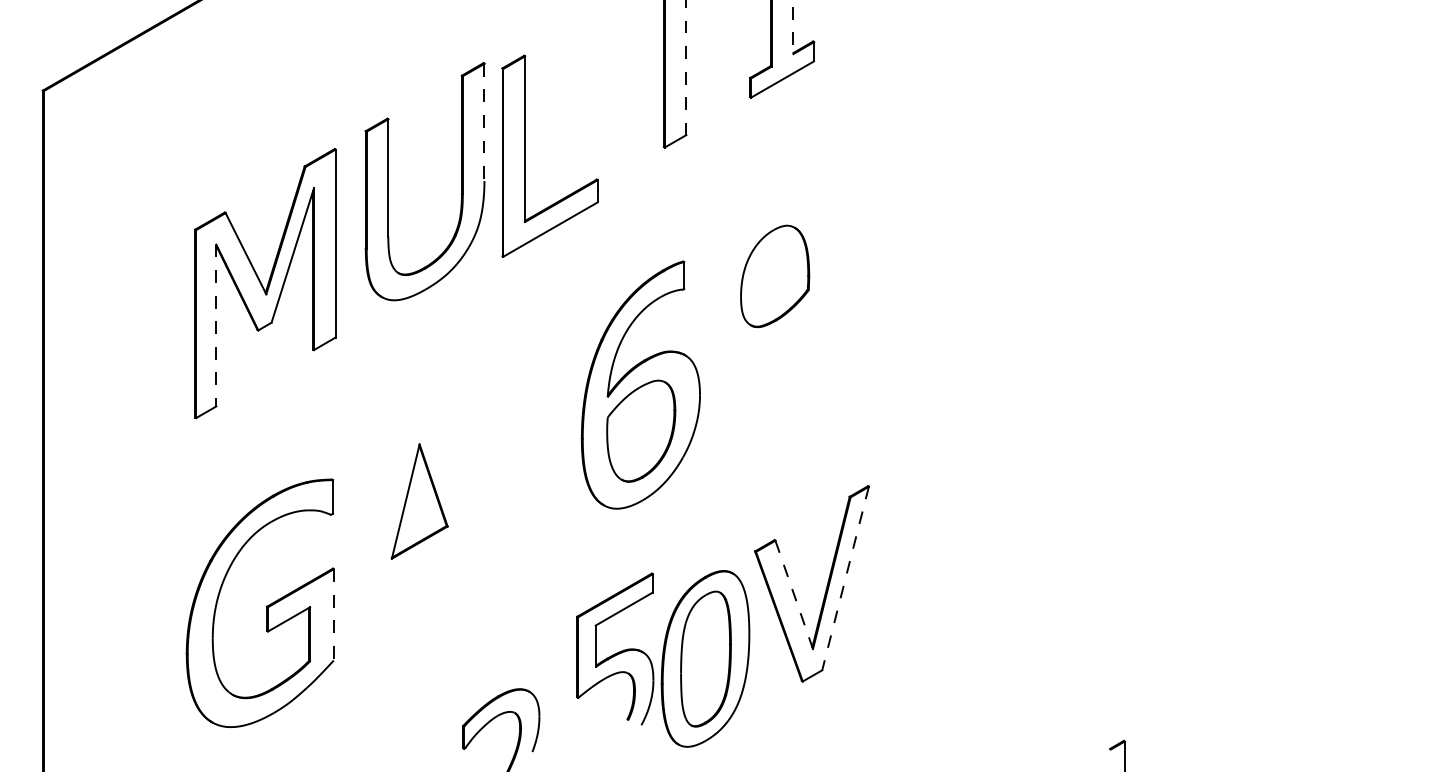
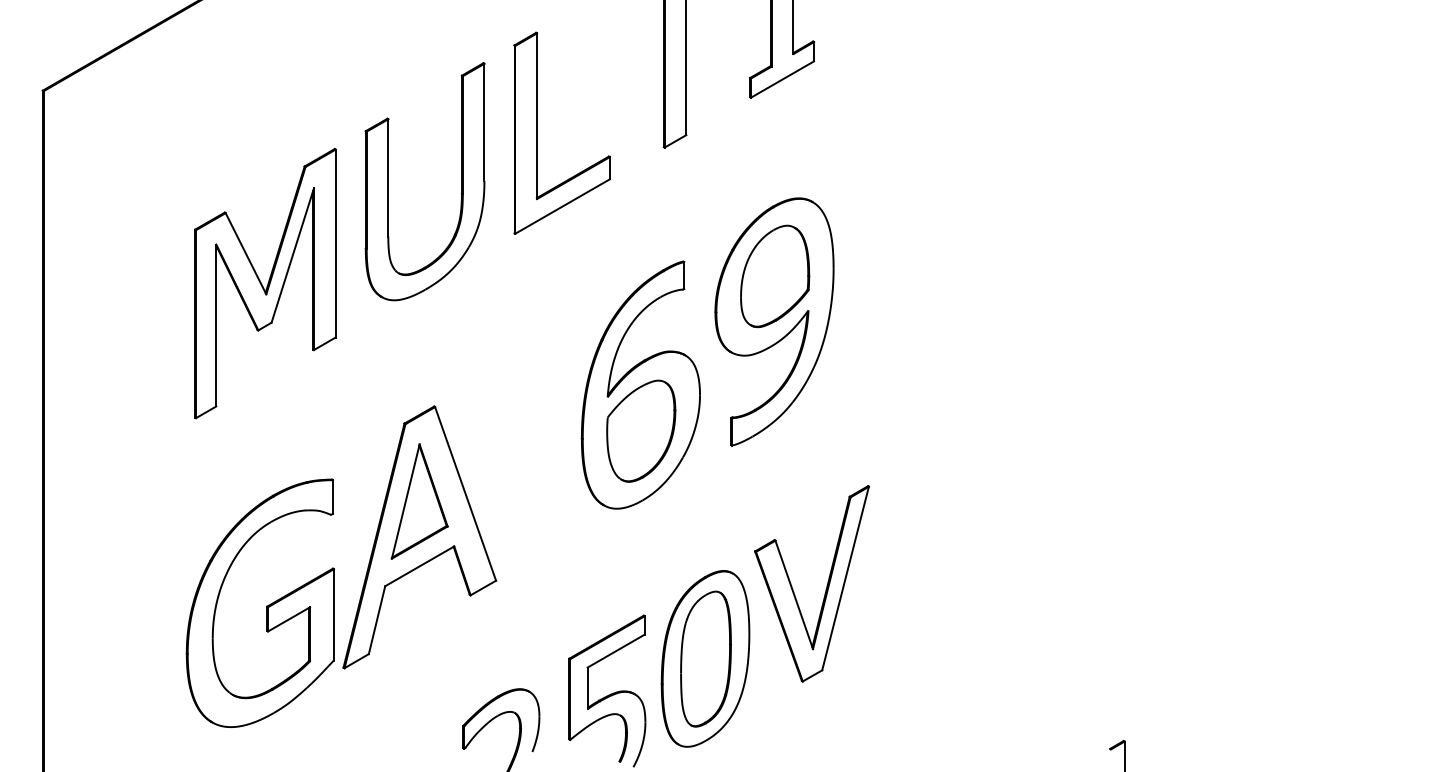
line at (793, 27): dashed -> solid
line at (686, 68): dashed -> solid
line at (484, 122): dashed -> solid
part at (525, 155) position: (525, 155) -> (537, 132)
part at (774, 321): none -> present
line at (216, 325): dashed -> solid
part at (419, 537): none -> present
line at (845, 578): dashed -> solid
line at (794, 595): dashed -> solid
line at (333, 614): dashed -> solid
part at (615, 648) position: (615, 648) -> (607, 690)
